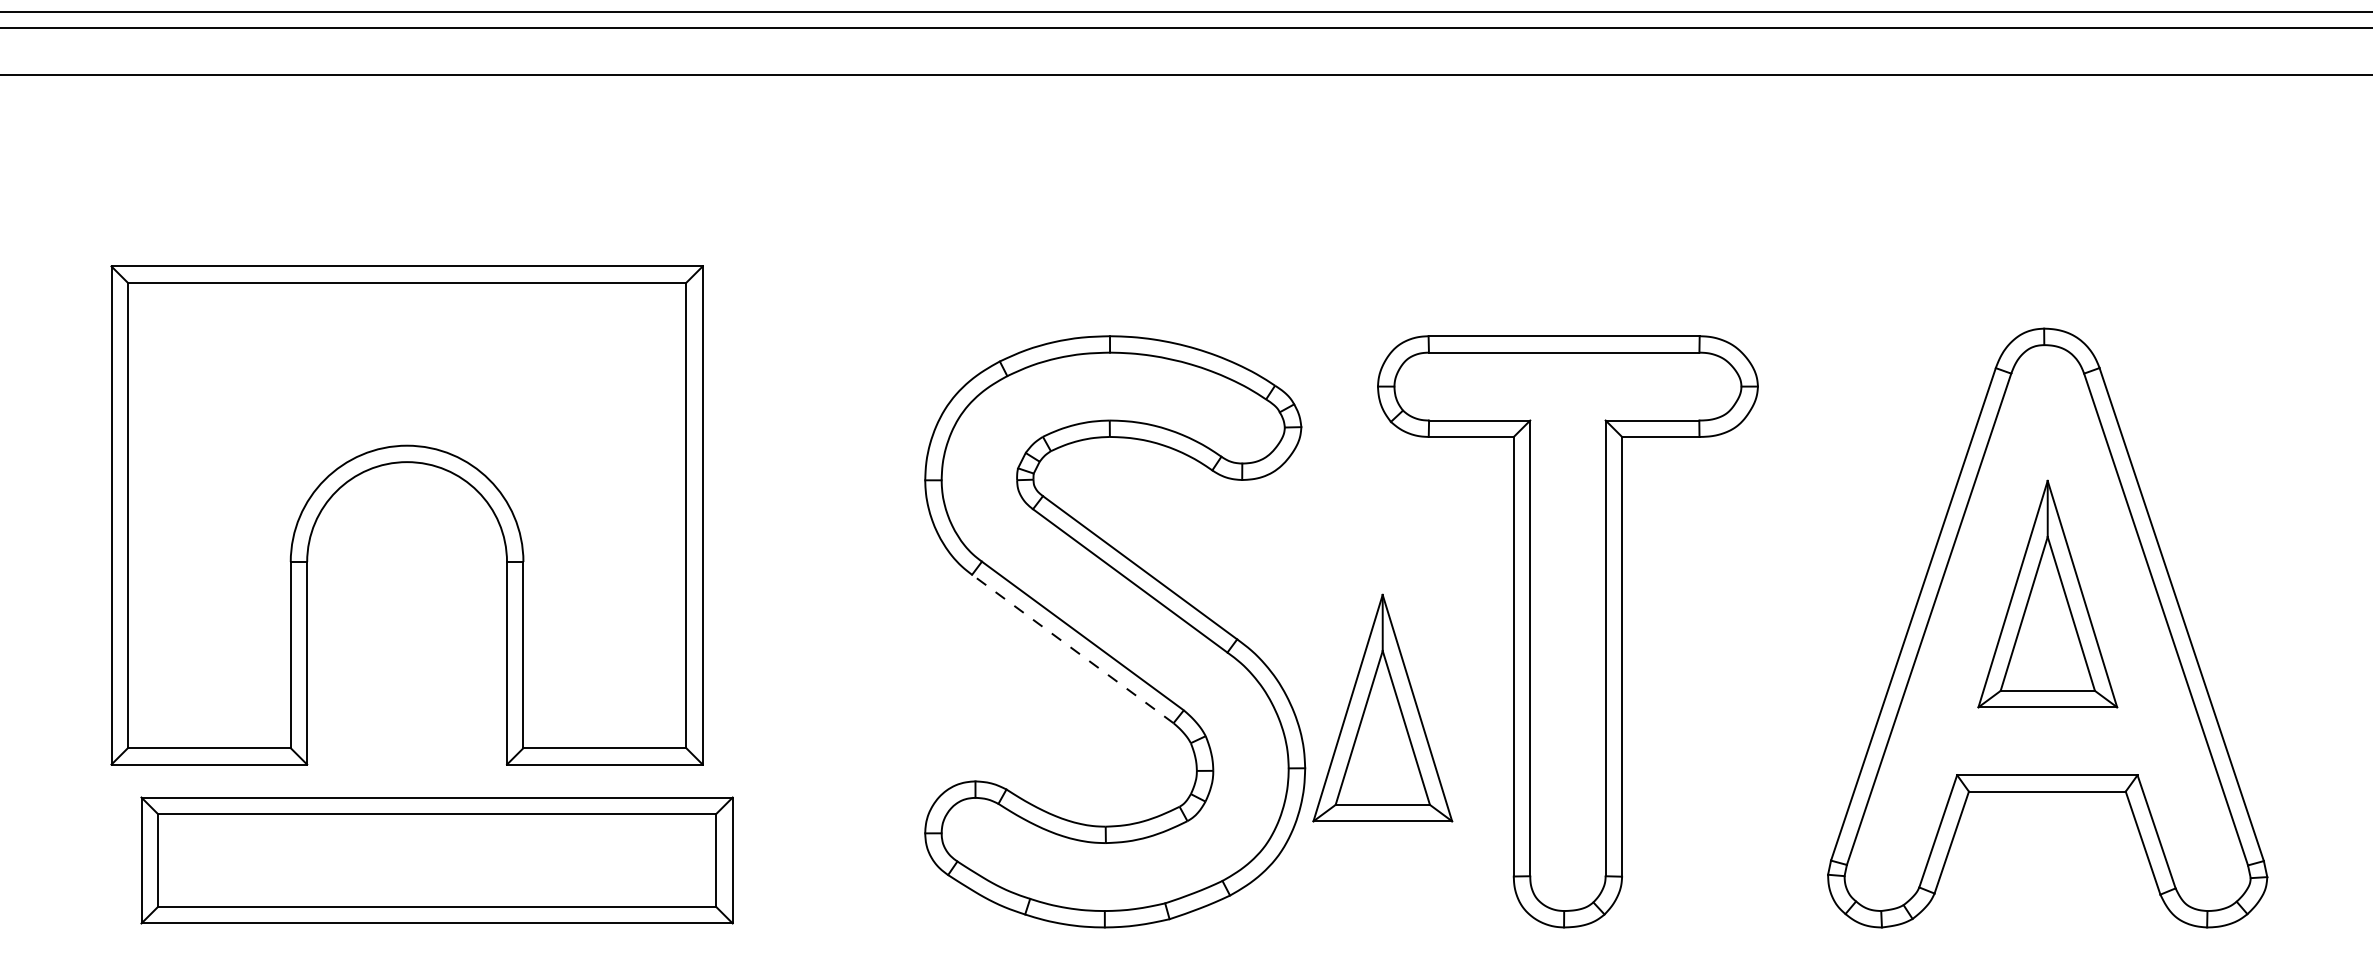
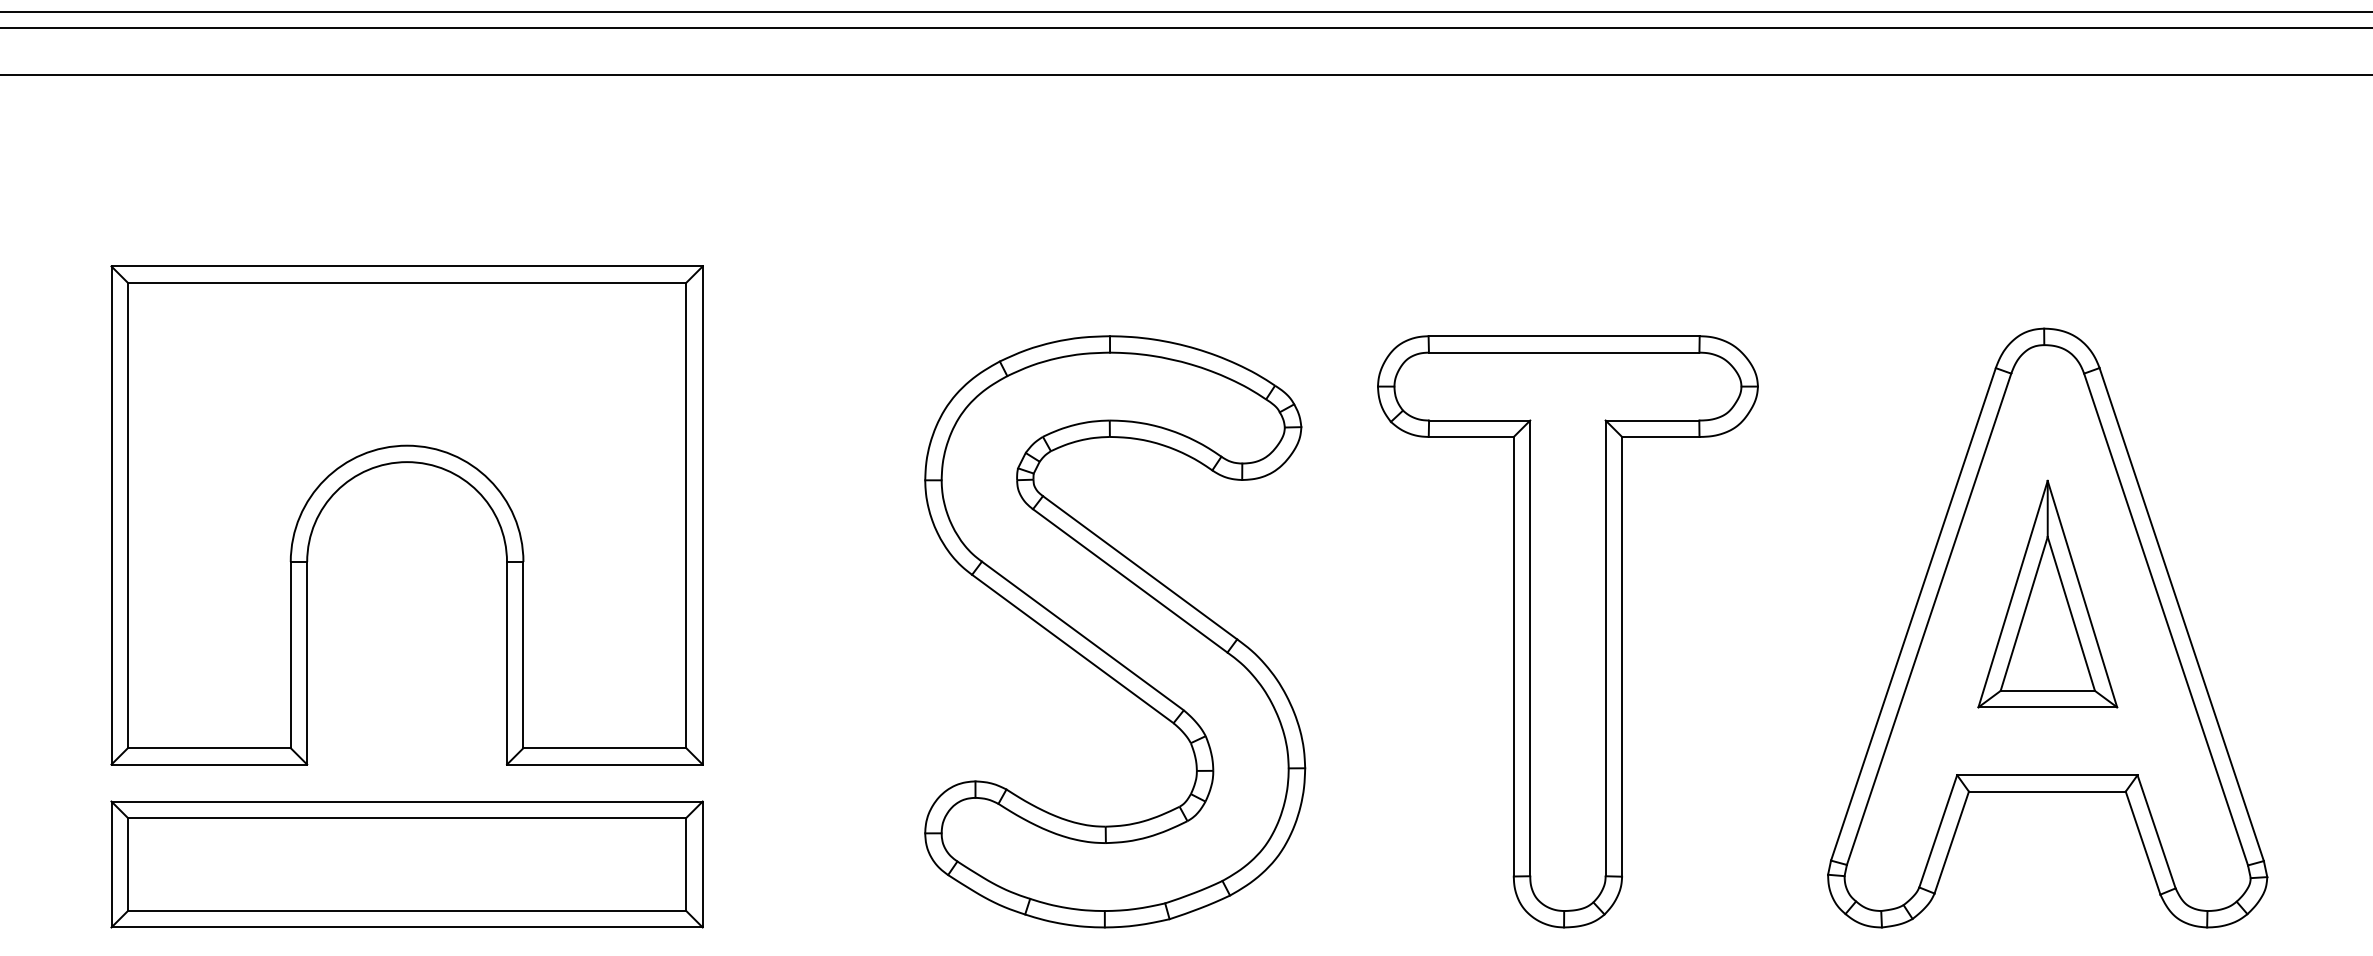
line at (1072, 648): dashed -> solid
part at (1382, 707): present -> none
part at (436, 860) position: (436, 860) -> (406, 864)
